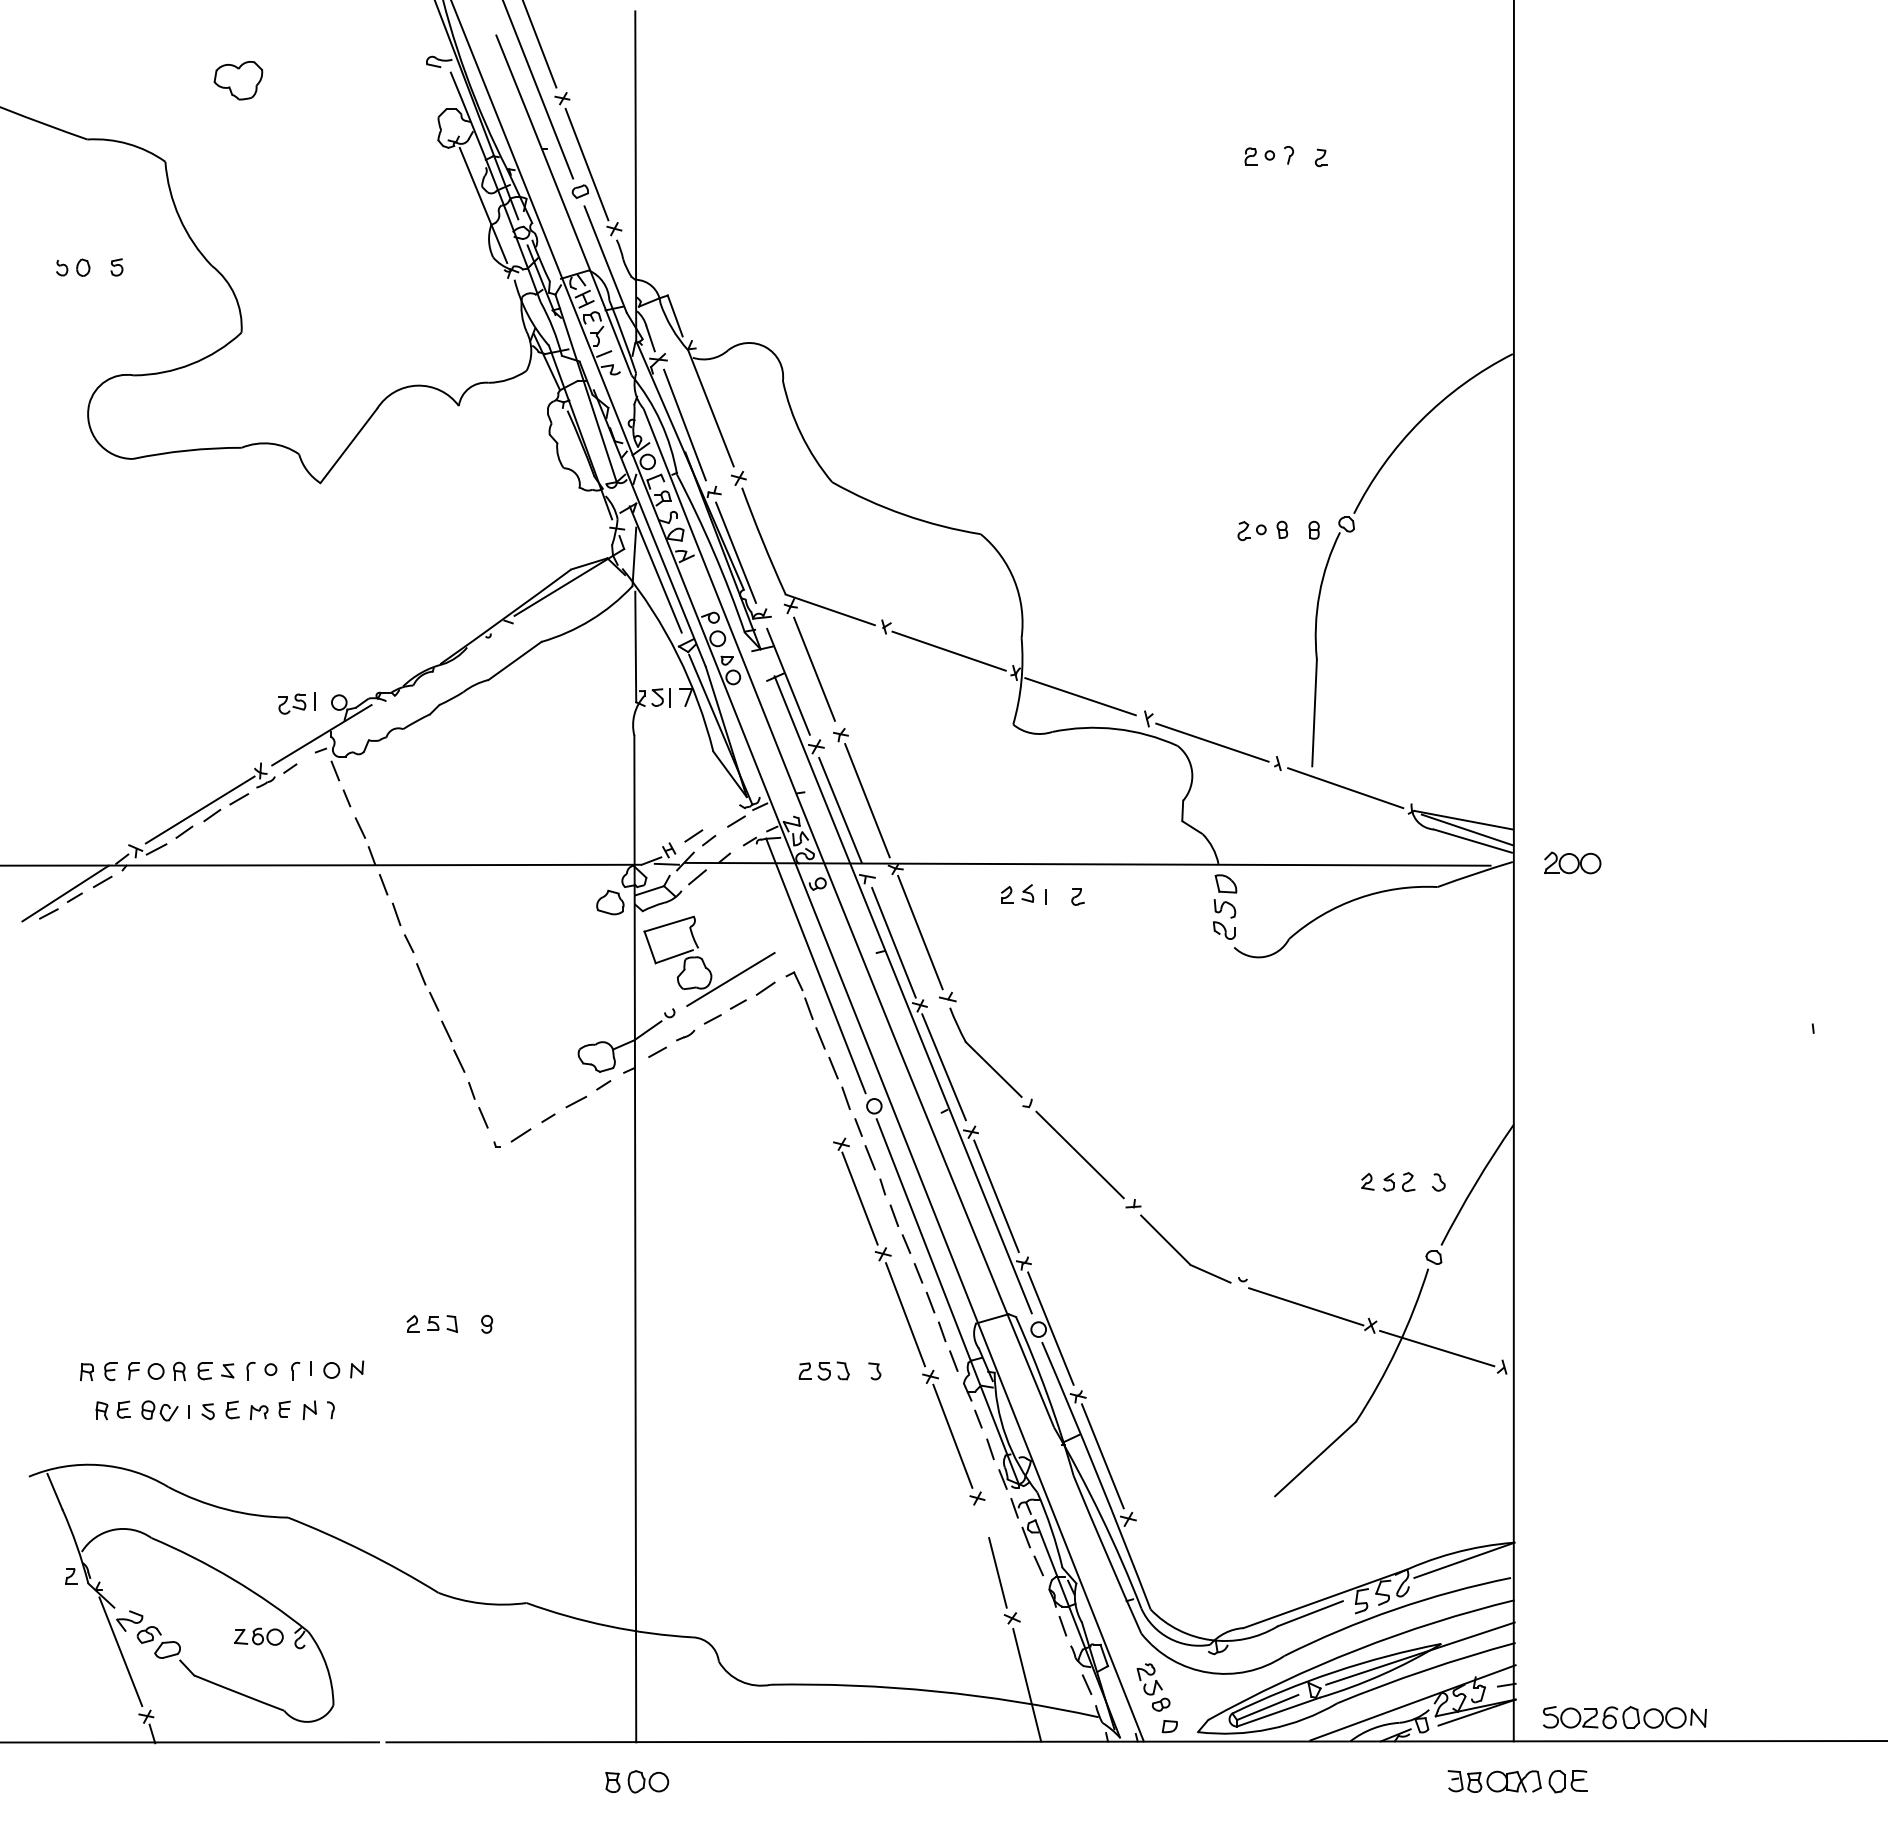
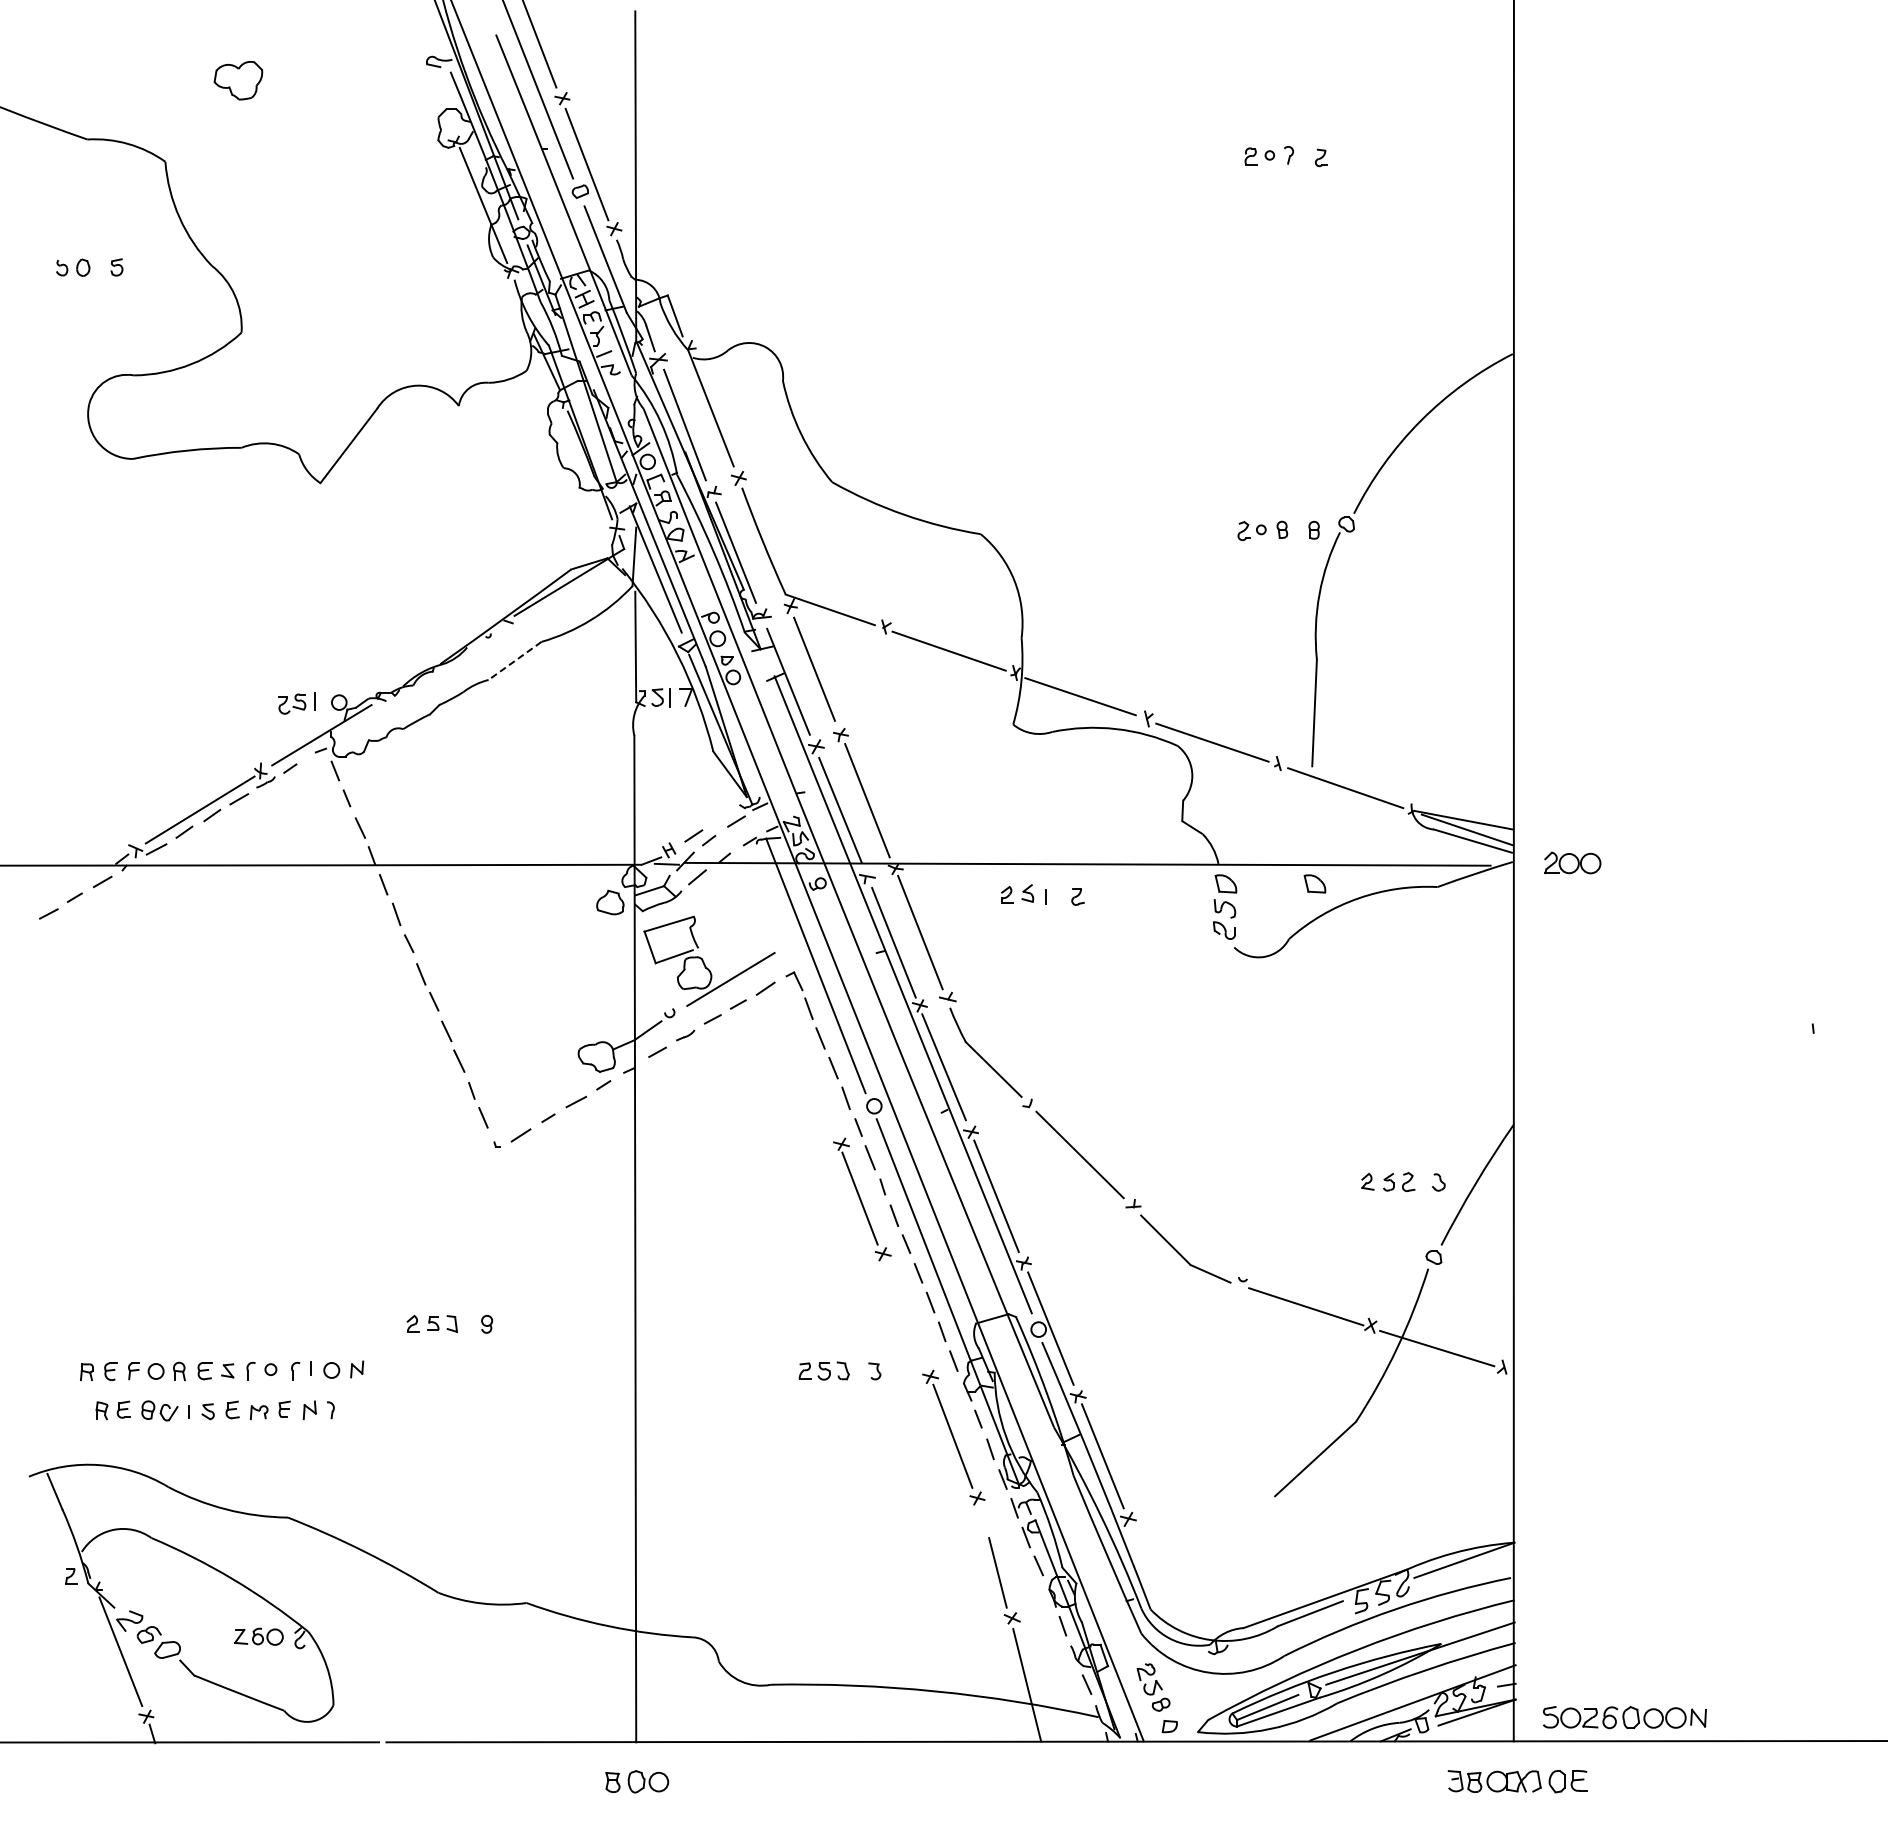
line at (515, 660): solid -> dashed
part at (1314, 883): none -> present
line at (65, 893): present -> none
line at (905, 1314): present -> none
